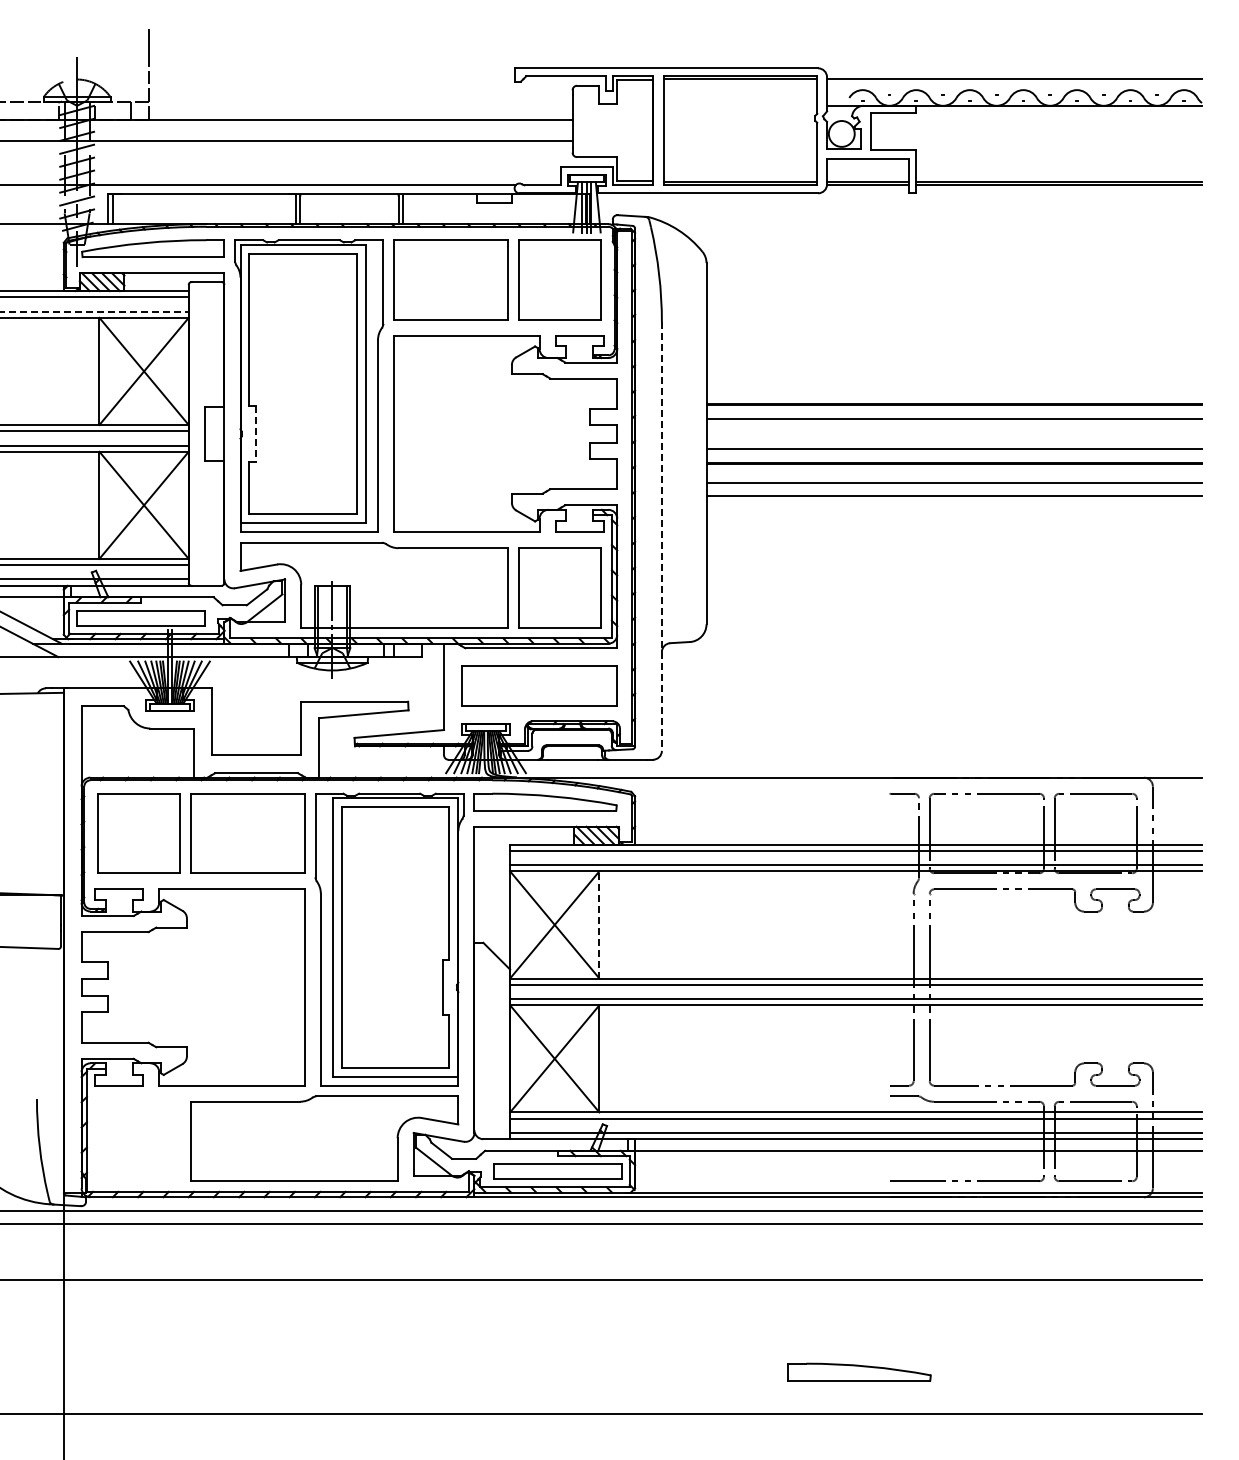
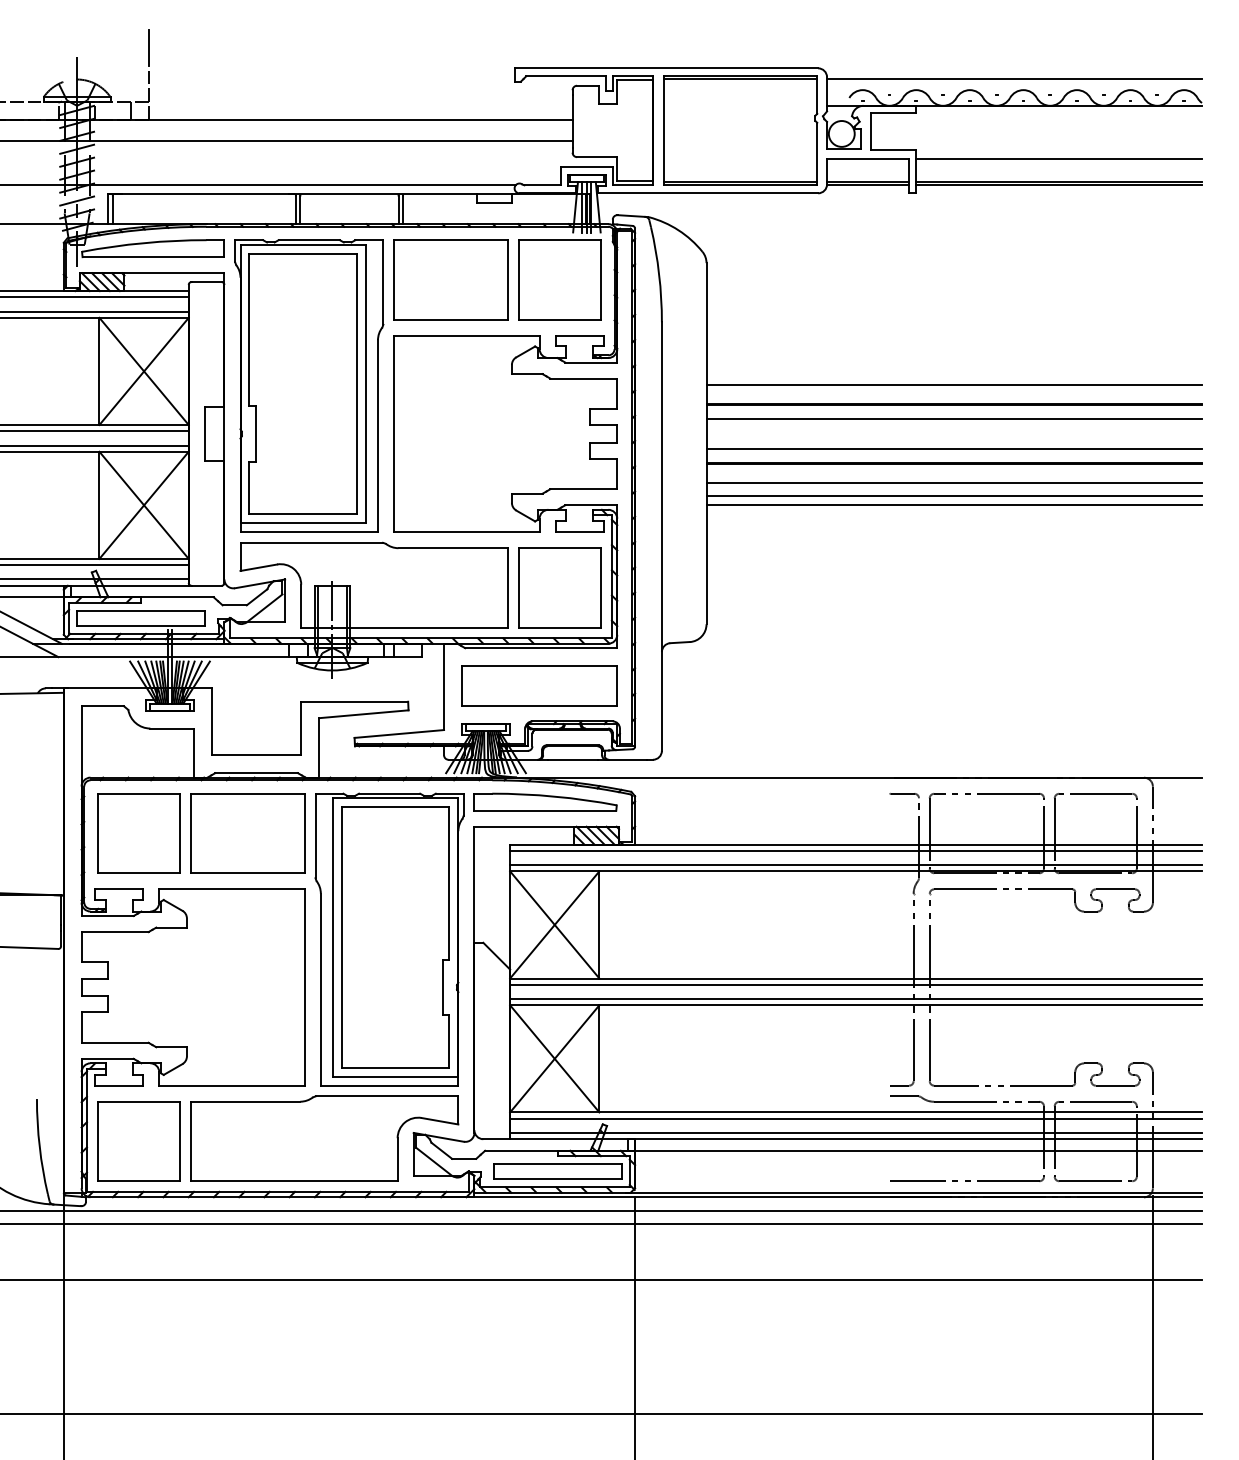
line at (1059, 158): none -> present
line at (94, 311): dashed -> solid
line at (954, 384): none -> present
line at (255, 433): dashed -> solid
line at (954, 505): none -> present
line at (661, 537): dashed -> solid
line at (599, 924): dashed -> solid
part at (138, 1141): none -> present
line at (635, 1326): none -> present
line at (1152, 1326): none -> present
part at (859, 1371): present -> none
